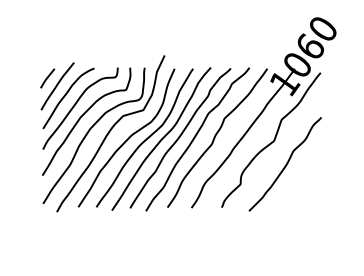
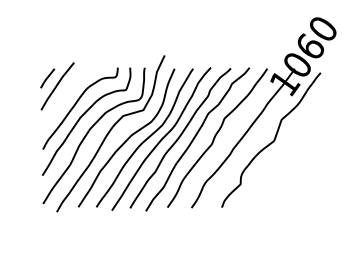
curve at (66, 95): present -> none
curve at (285, 164): present -> none
